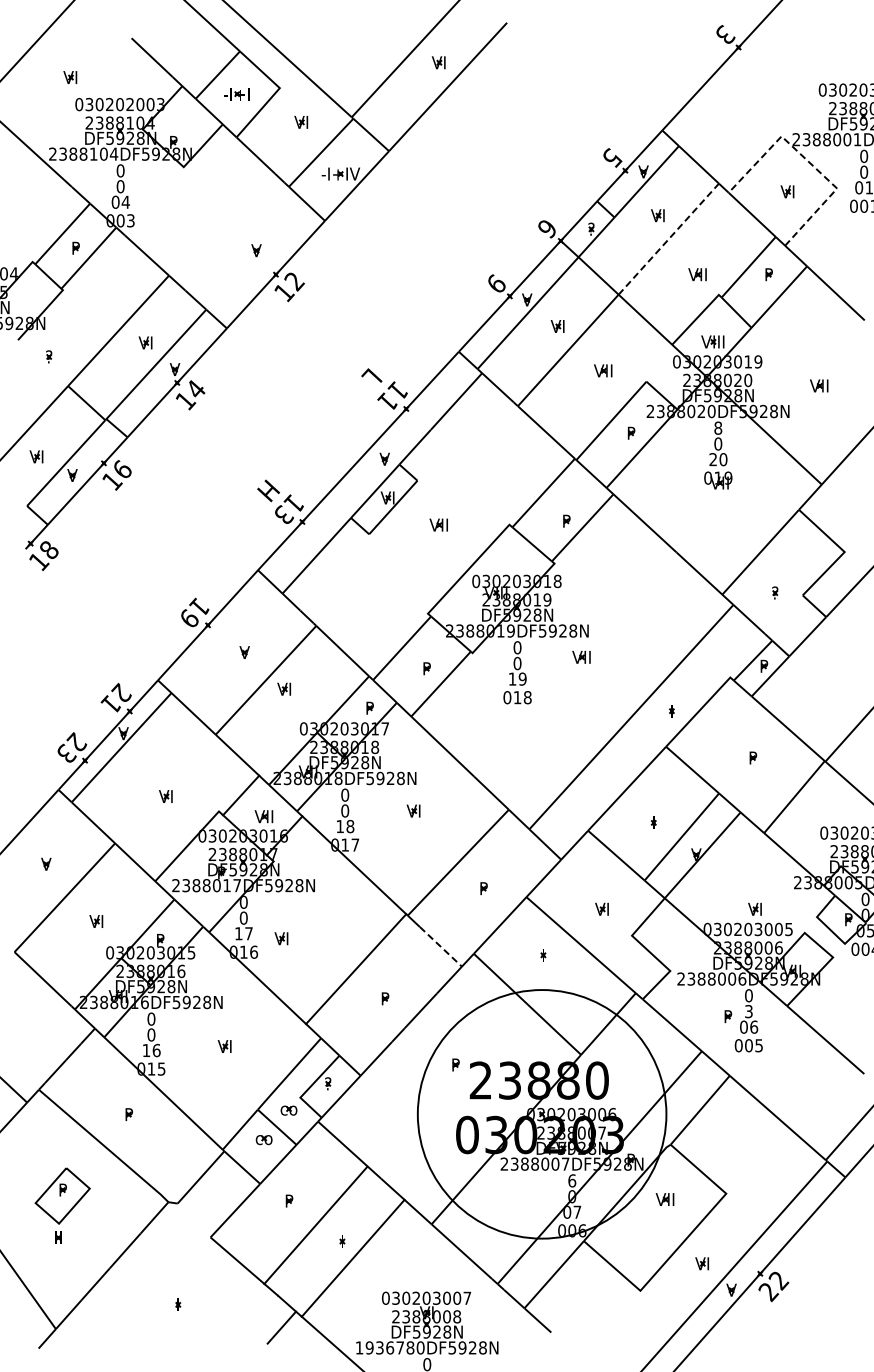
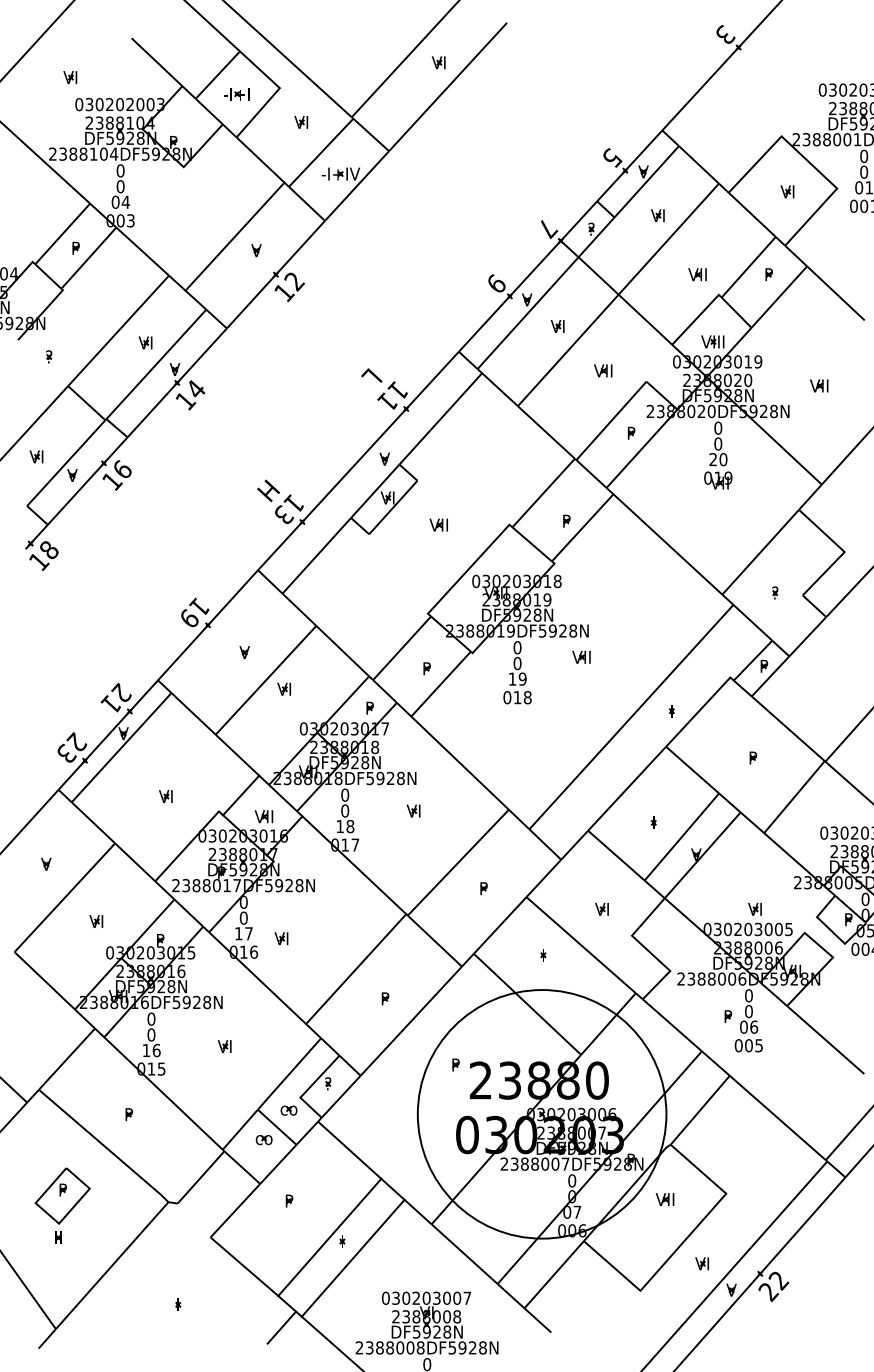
line at (809, 162): dashed -> solid
text at (548, 229): 6 -> 7
line at (234, 236): none -> present
line at (668, 239): dashed -> solid
text at (718, 427): 8 -> 0
line at (440, 946): dashed -> solid
text at (748, 1011): 3 -> 0
text at (572, 1180): 6 -> 0
line at (315, 1224) position: (315, 1224) -> (329, 1236)
text at (389, 1347): 1936780DF5928N -> 2388008DF5928N
